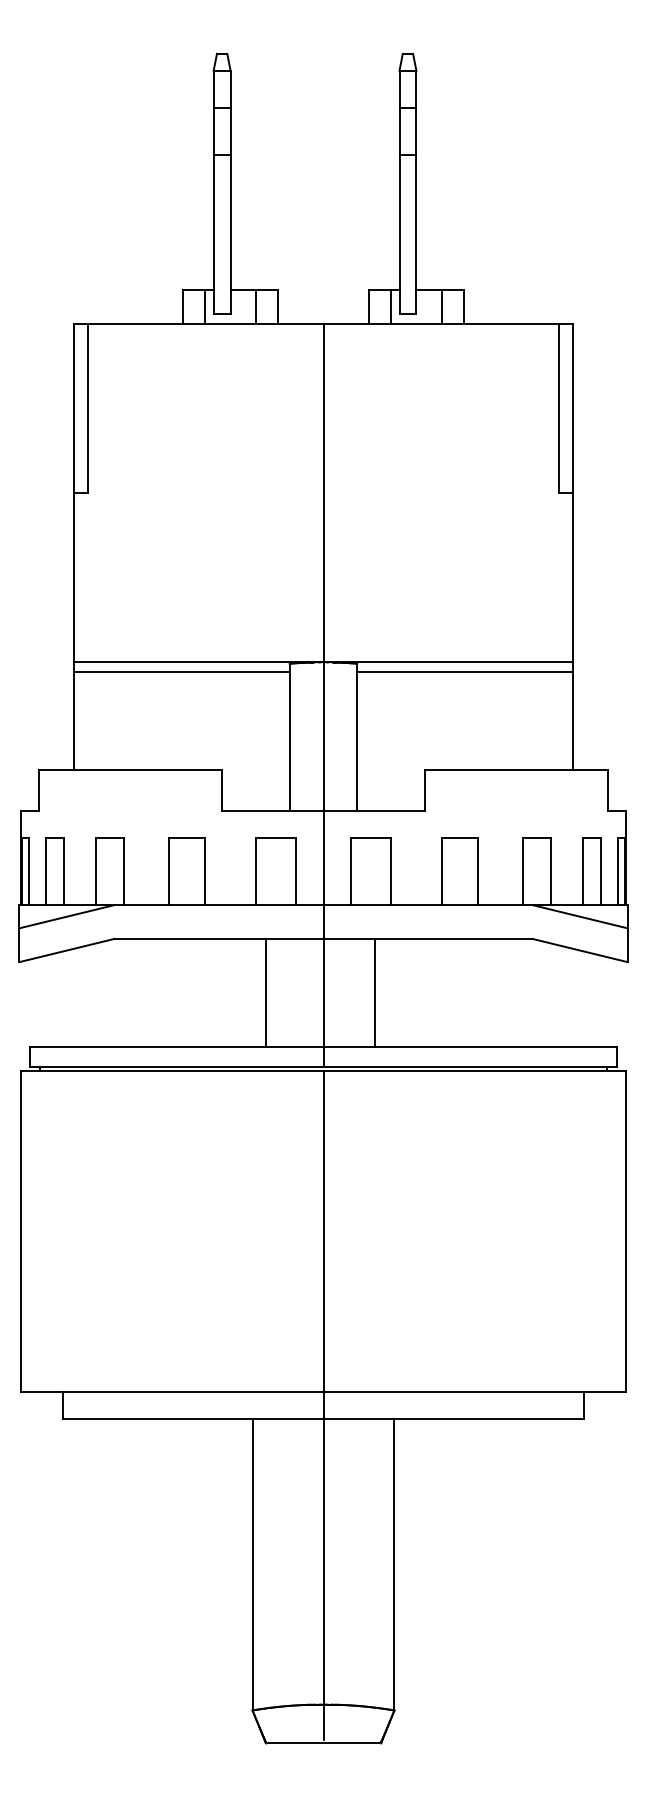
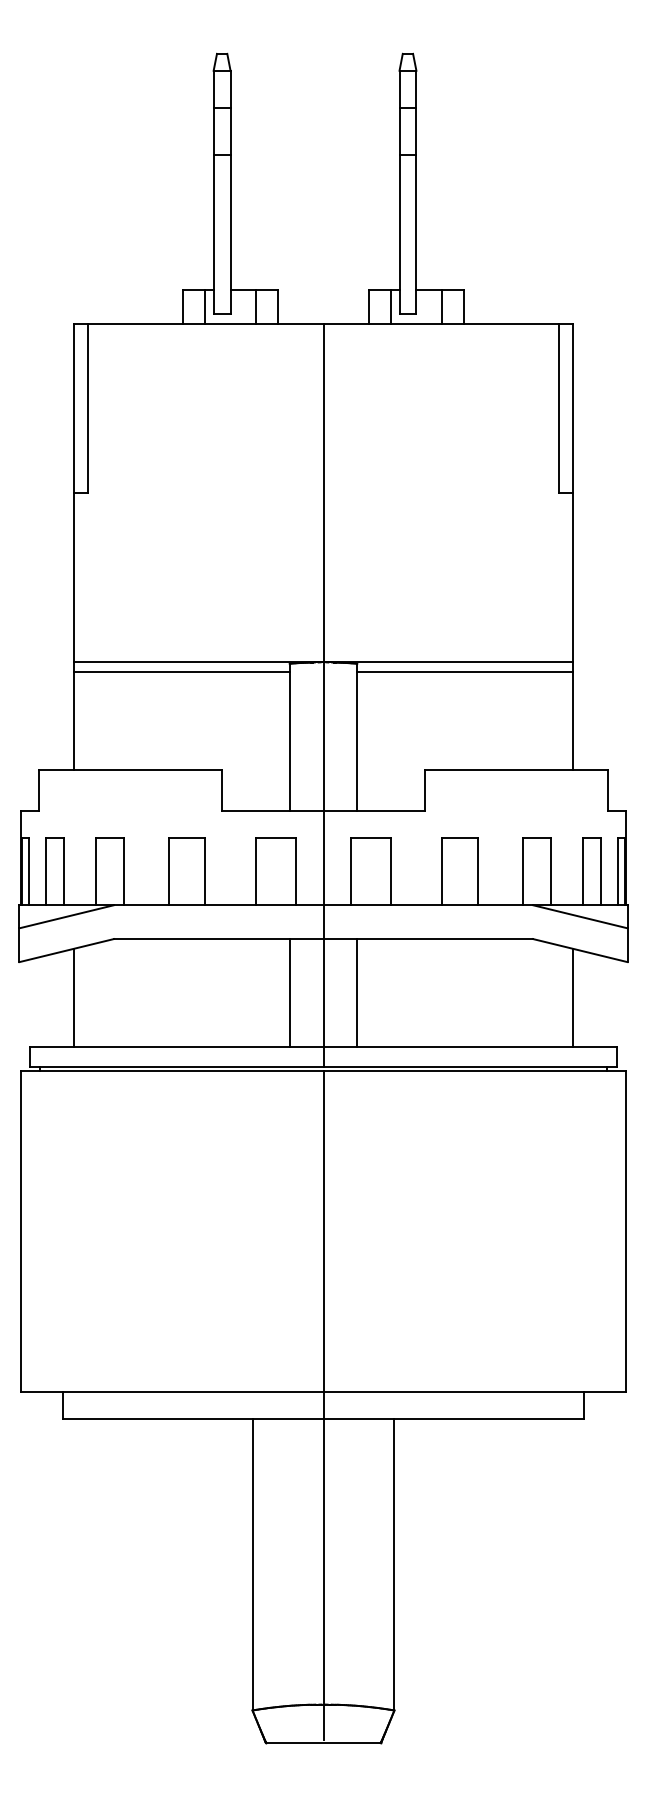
line at (265, 993) position: (265, 993) -> (289, 993)
line at (375, 993) position: (375, 993) -> (357, 993)
line at (73, 997): none -> present
line at (573, 997): none -> present
